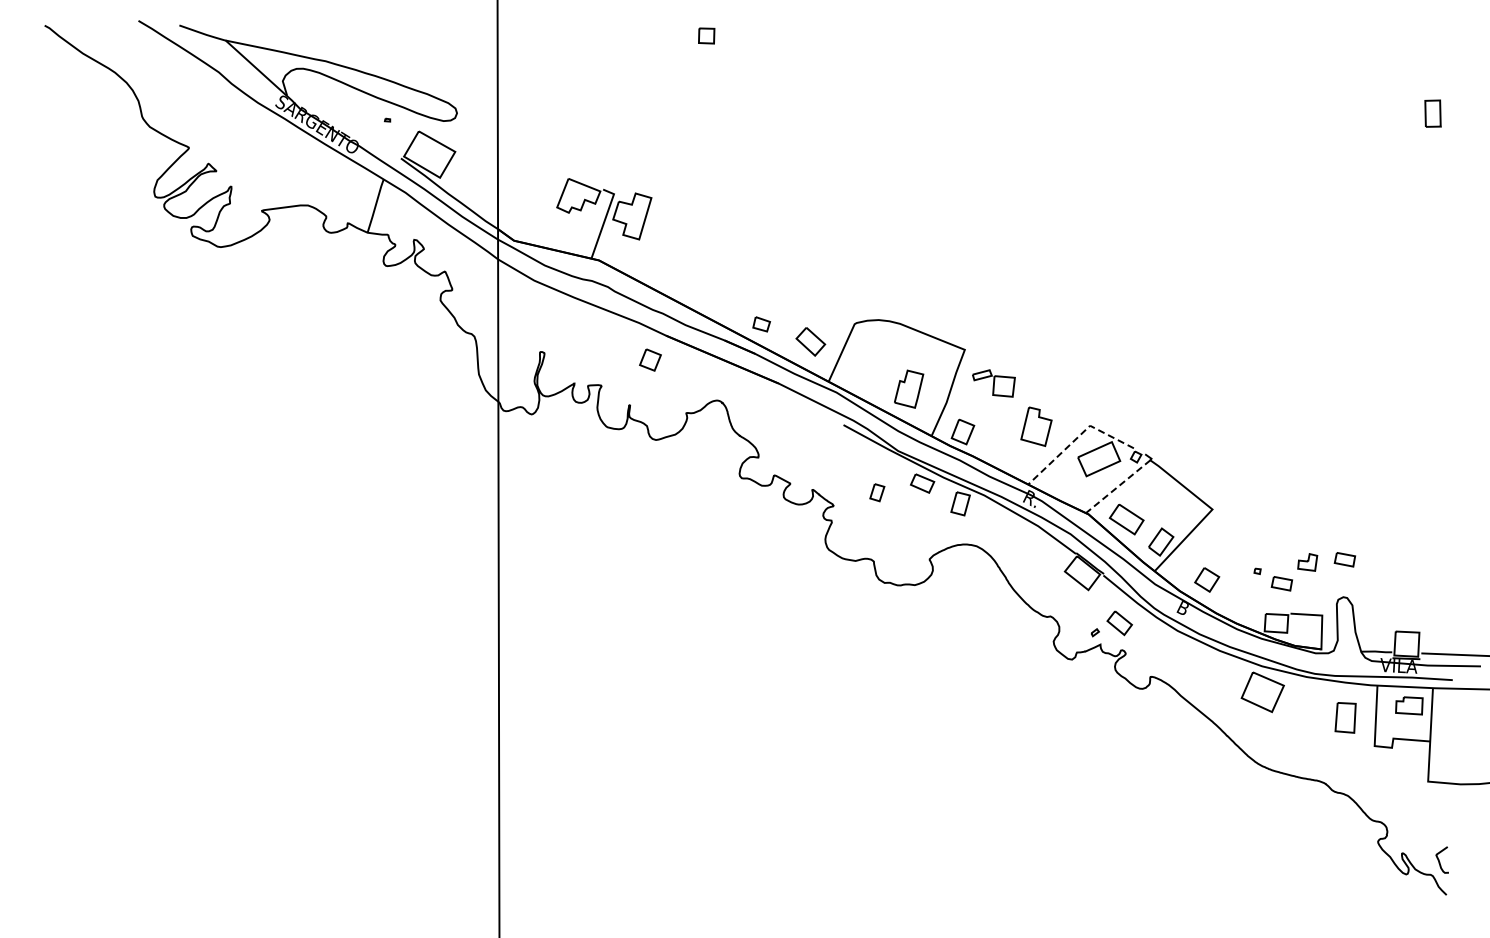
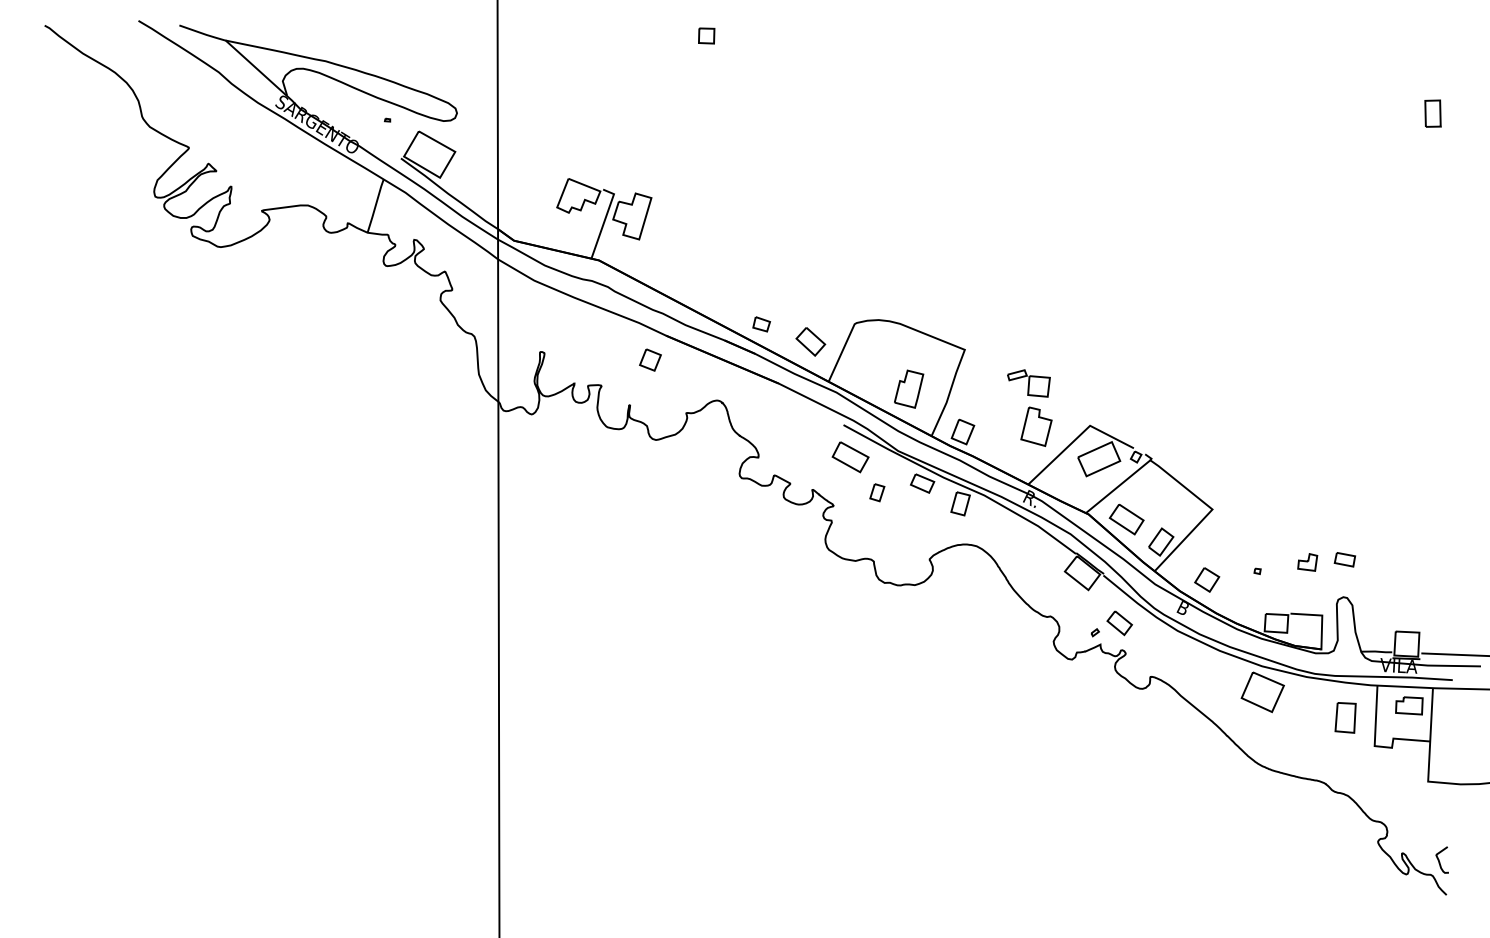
part at (993, 383) position: (993, 383) -> (1028, 383)
line at (1077, 438): dashed -> solid
part at (850, 457): none -> present
line at (1118, 486): dashed -> solid
part at (1281, 583): present -> none
